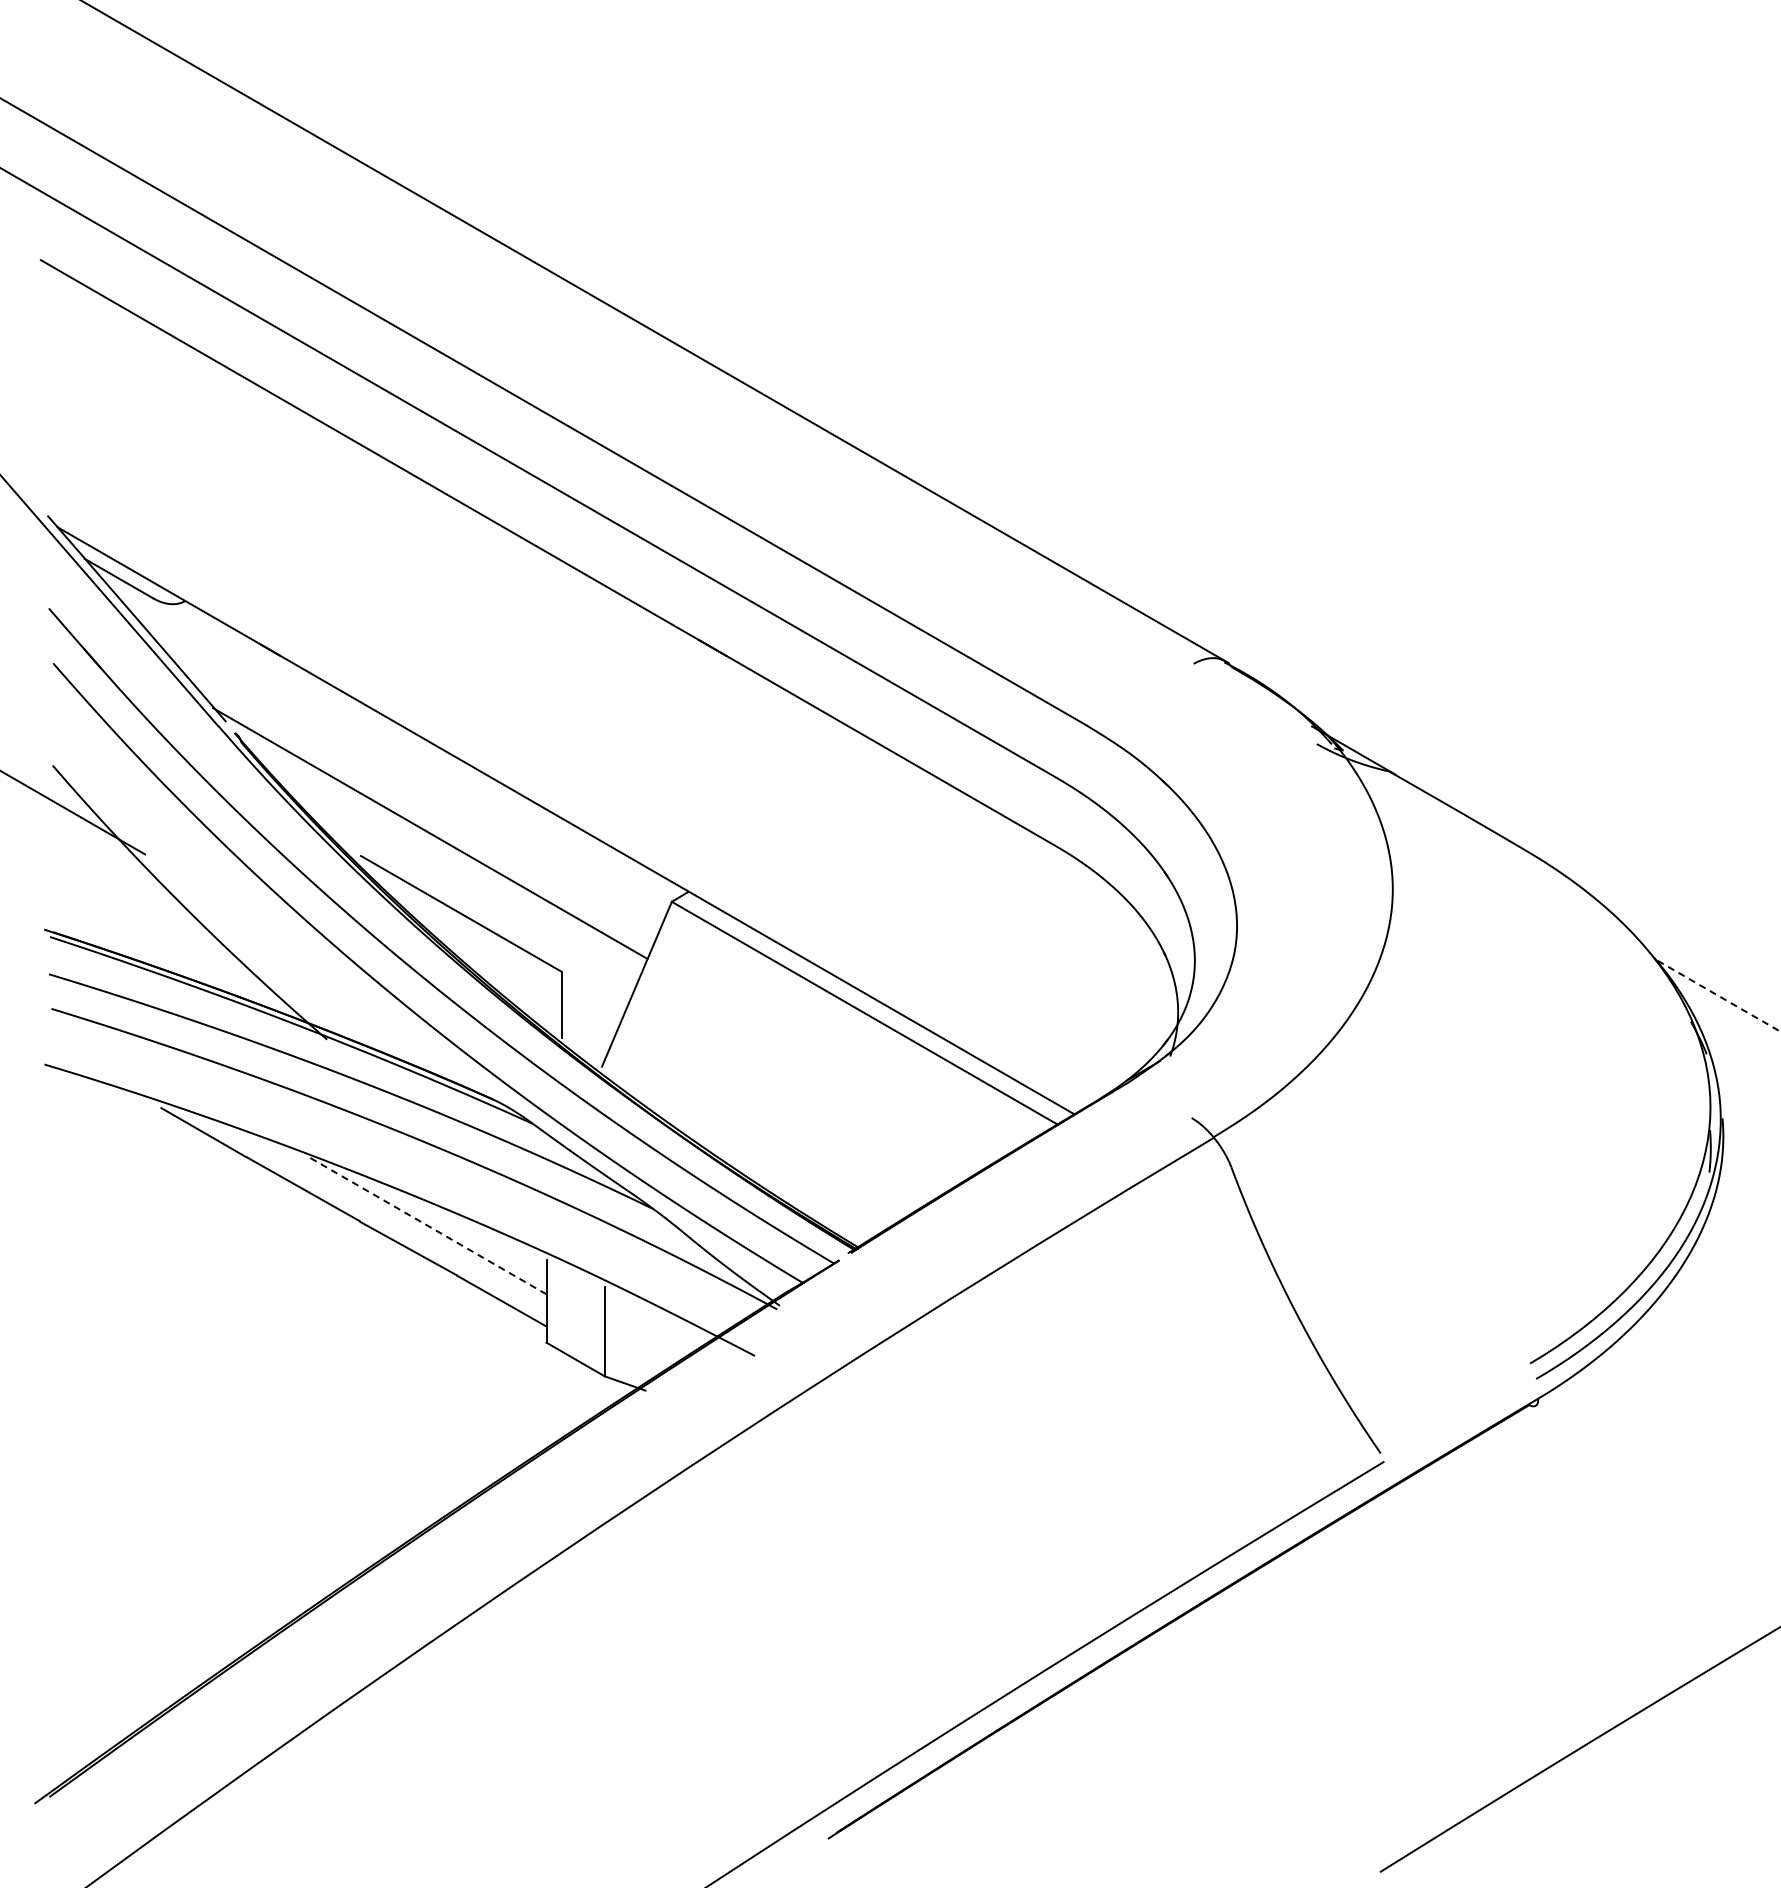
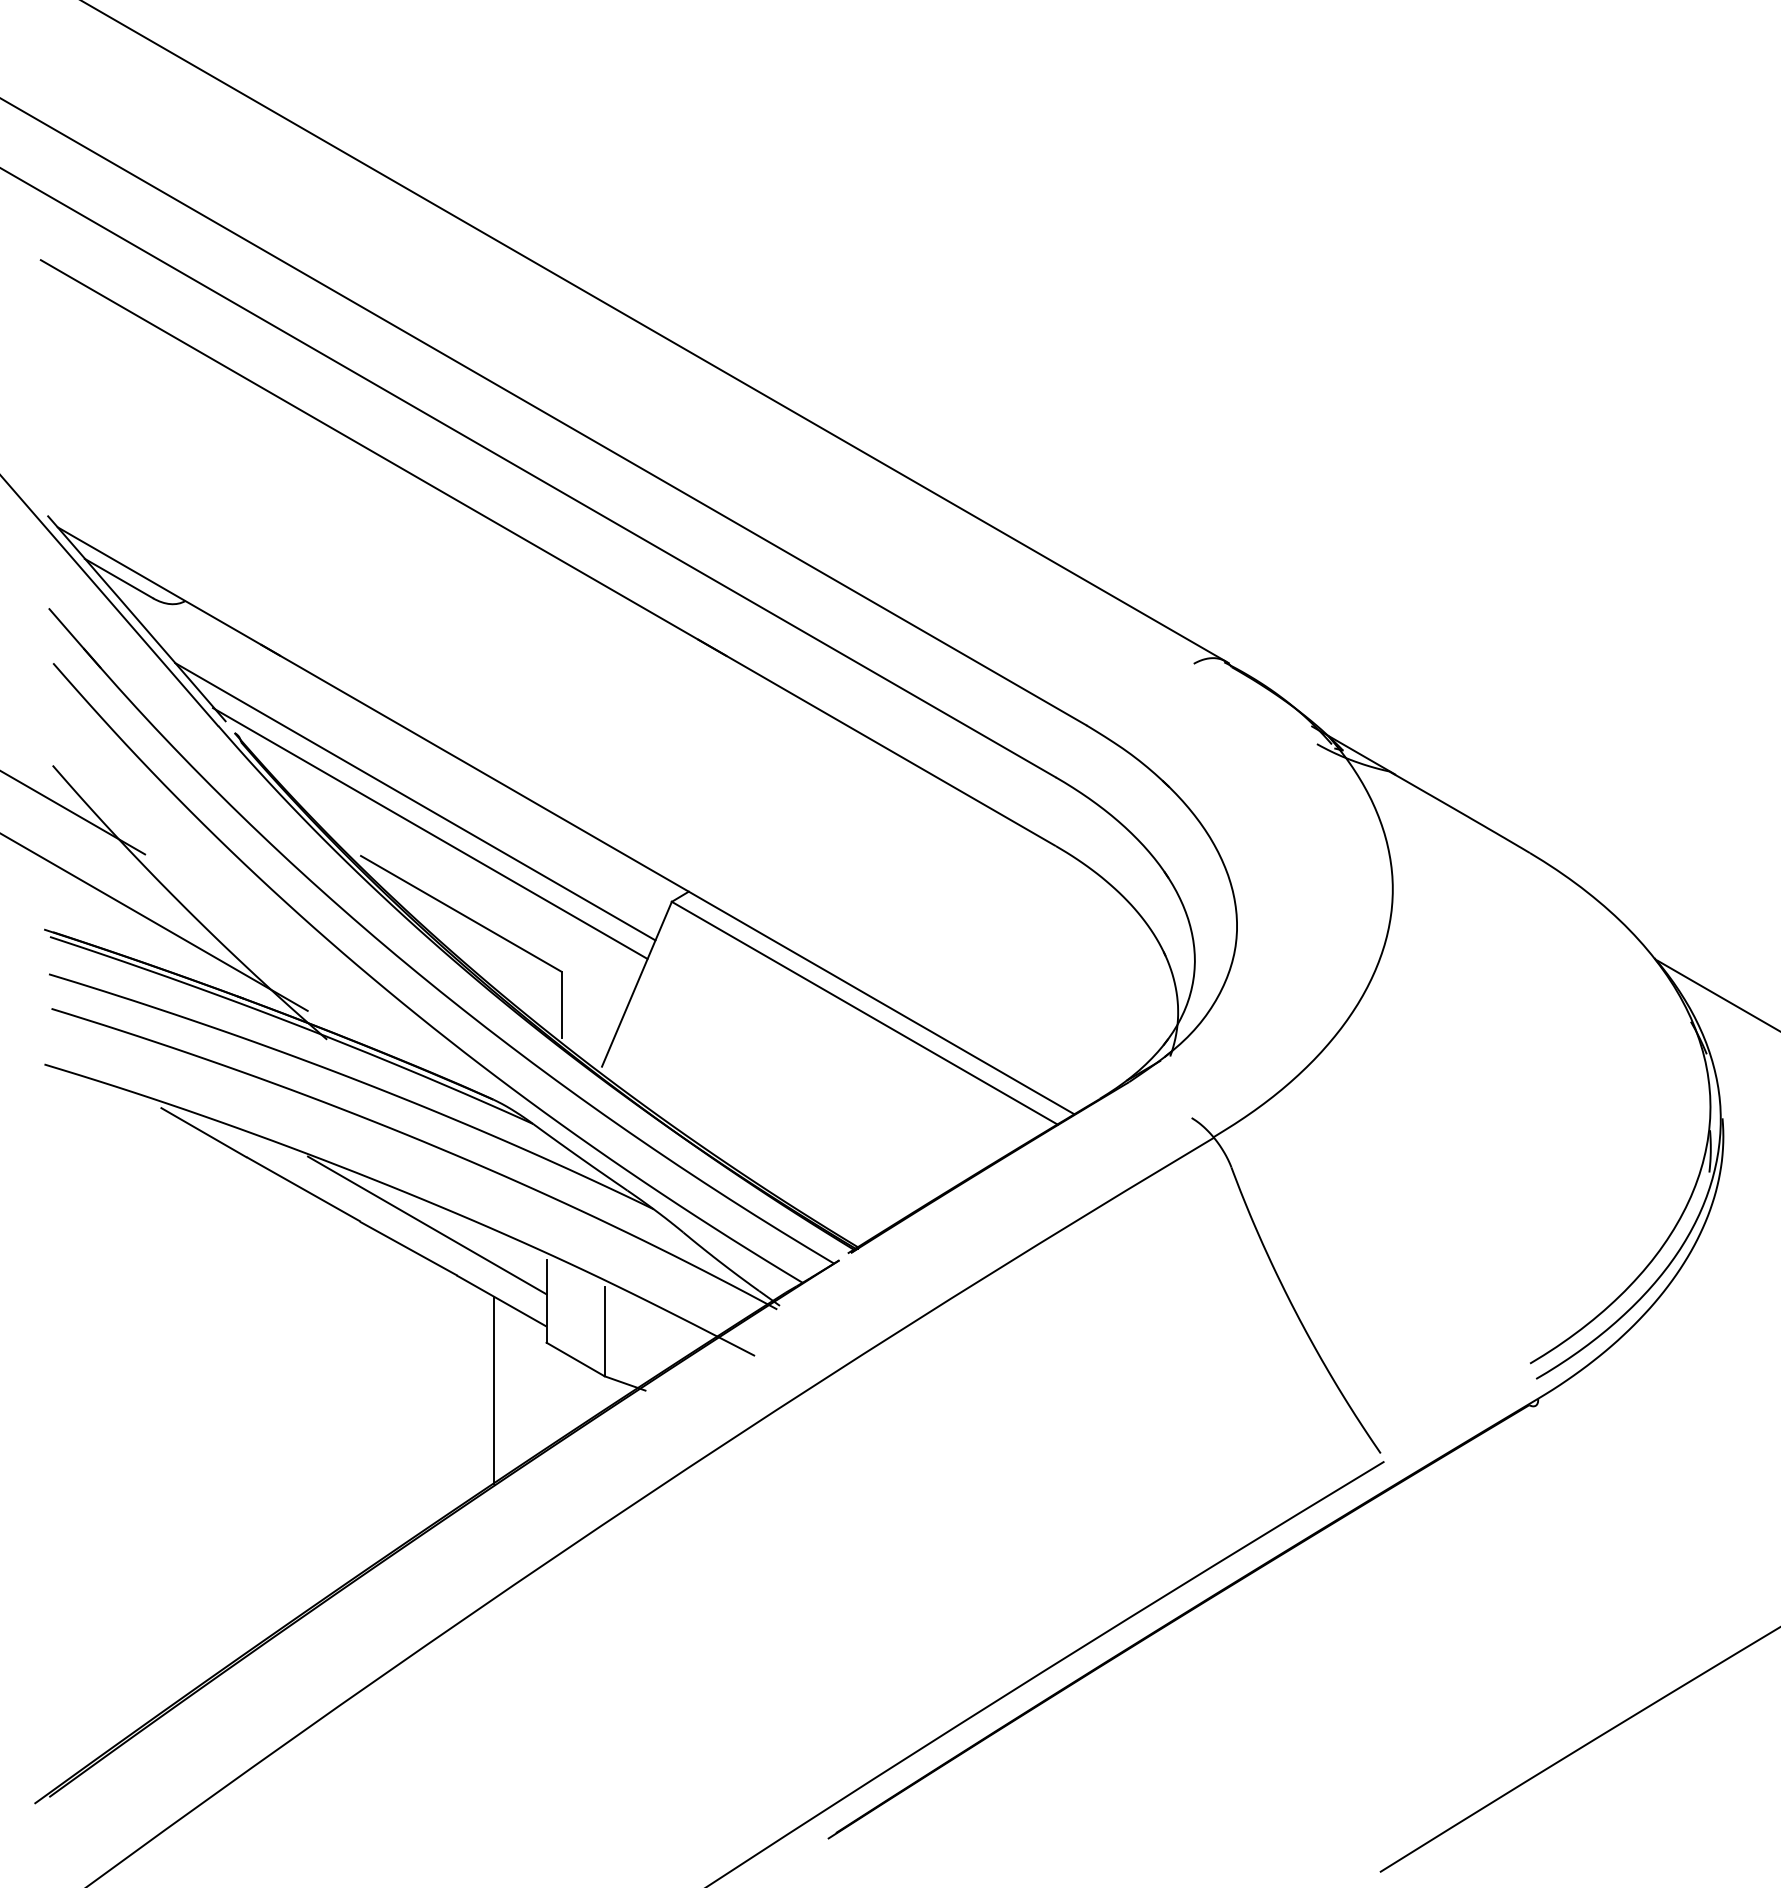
line at (415, 801): none -> present
line at (154, 922): none -> present
line at (1719, 996): dashed -> solid
line at (427, 1225): dashed -> solid
line at (494, 1389): none -> present
